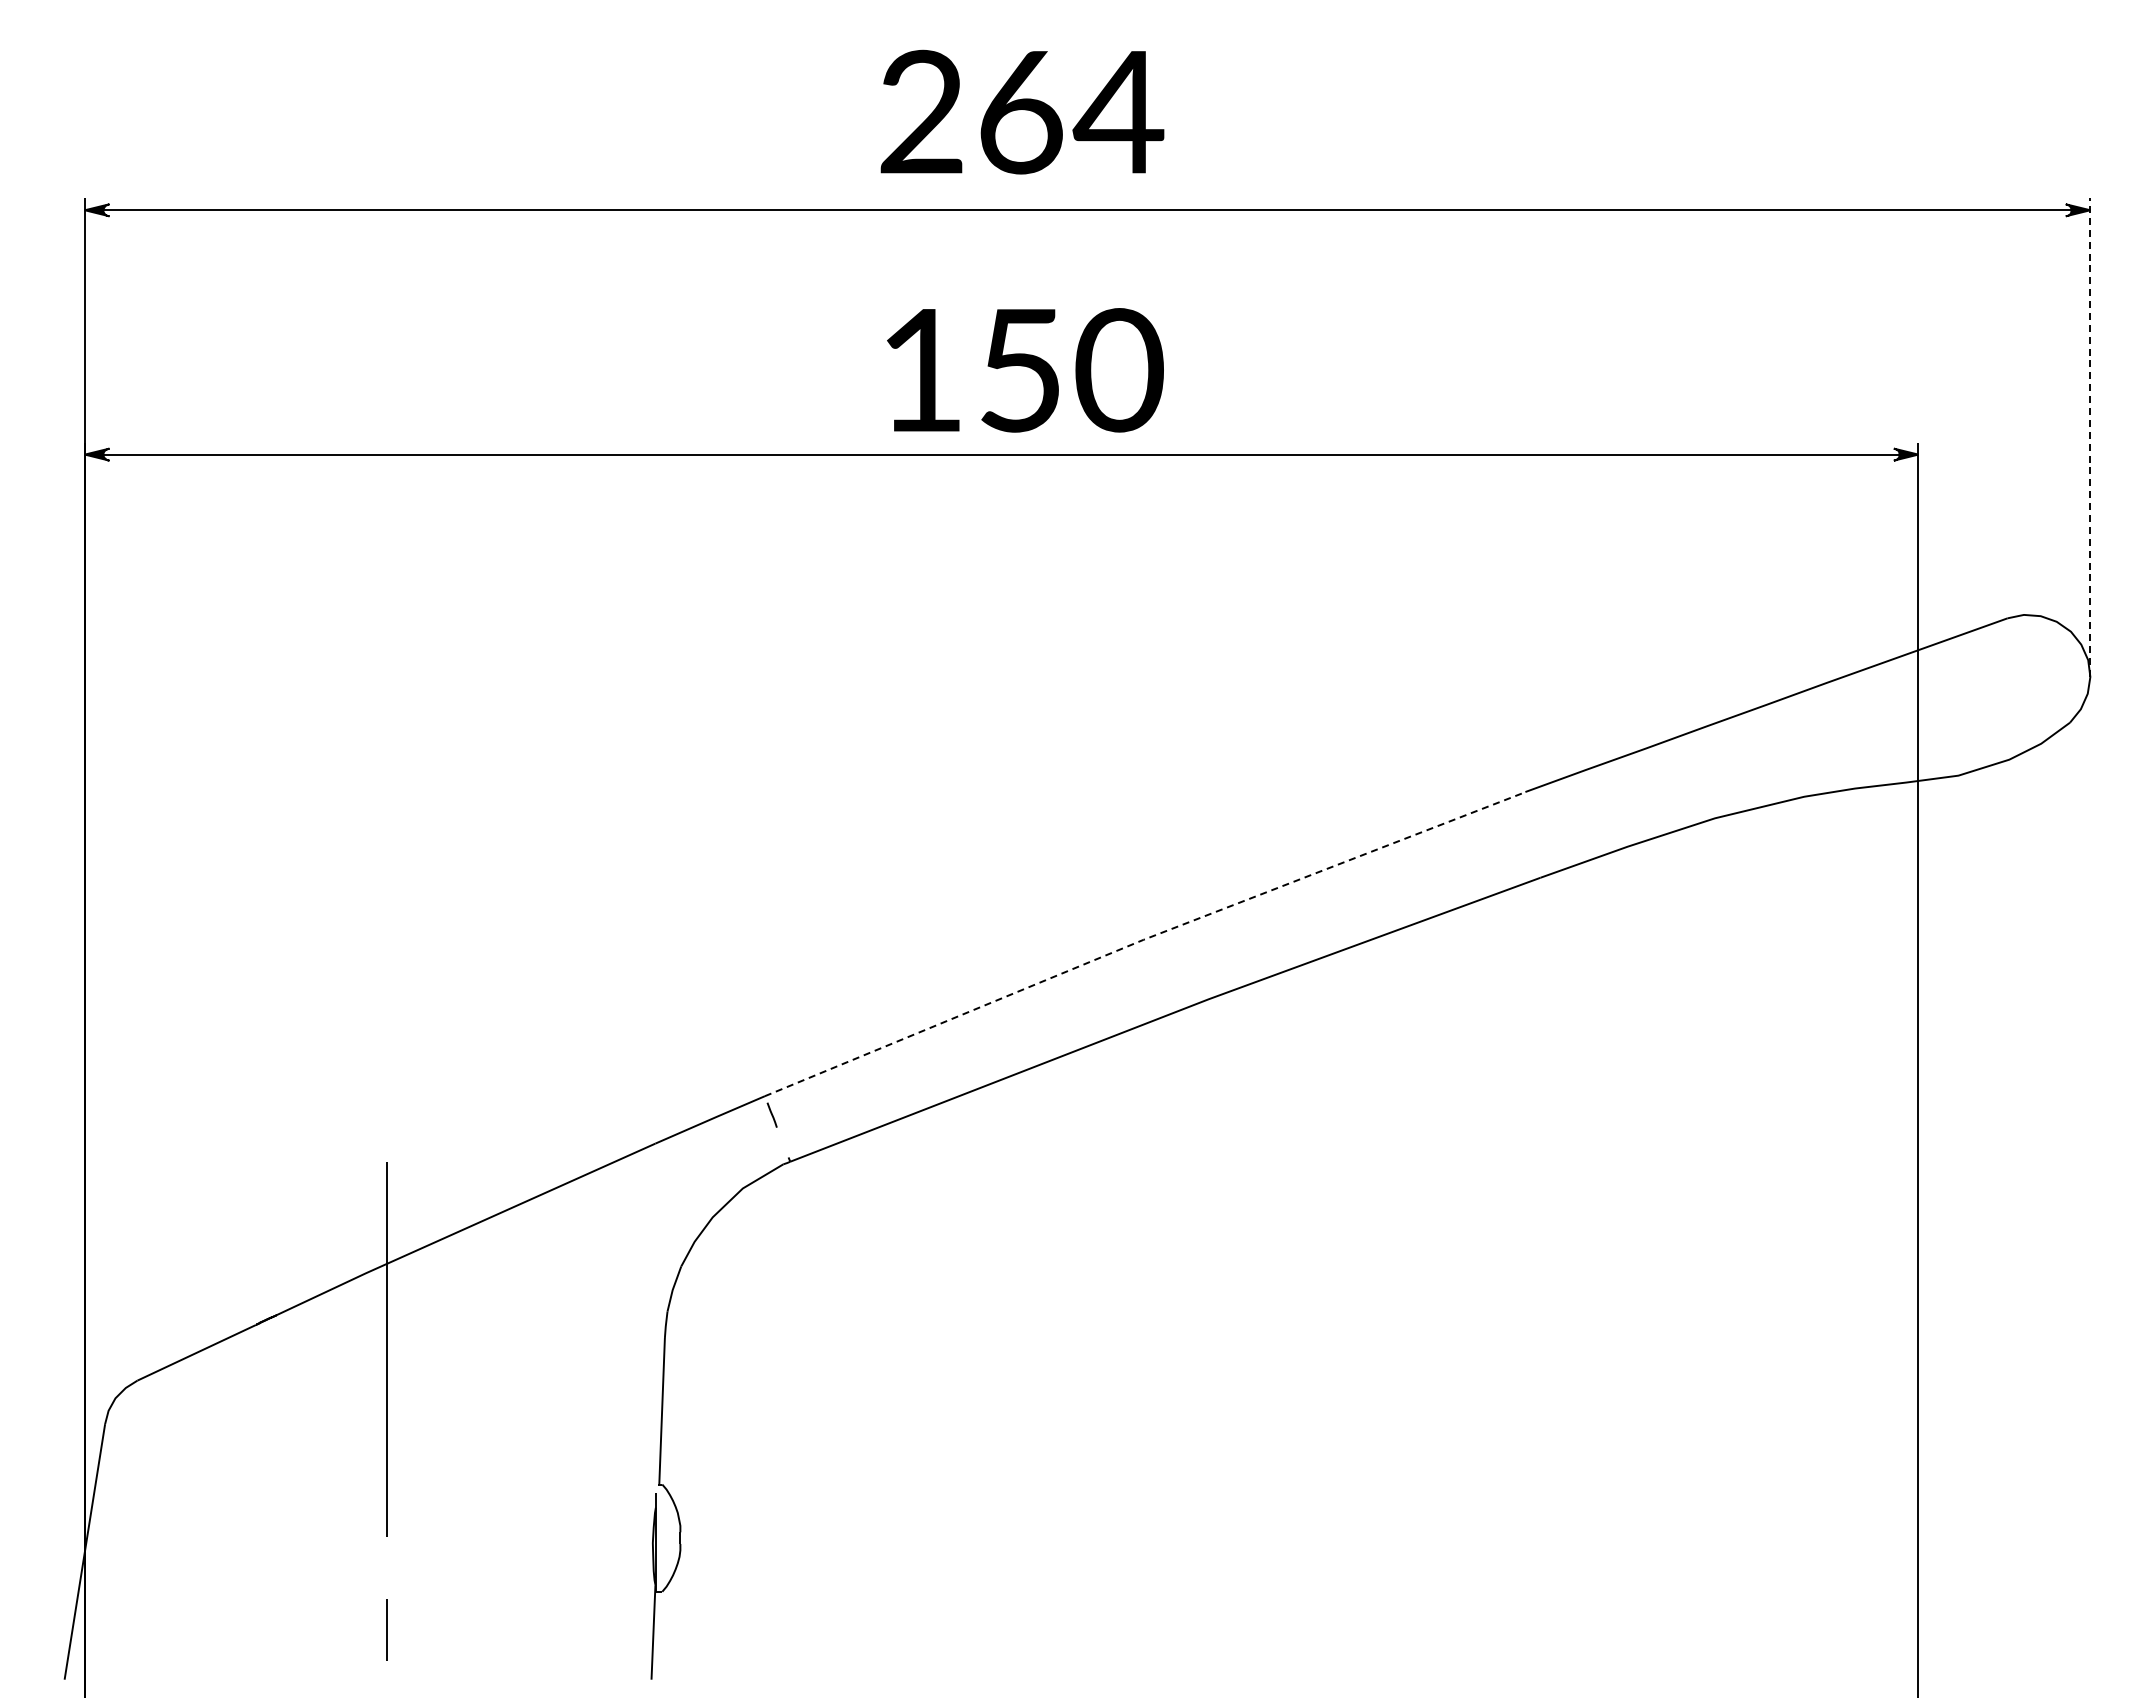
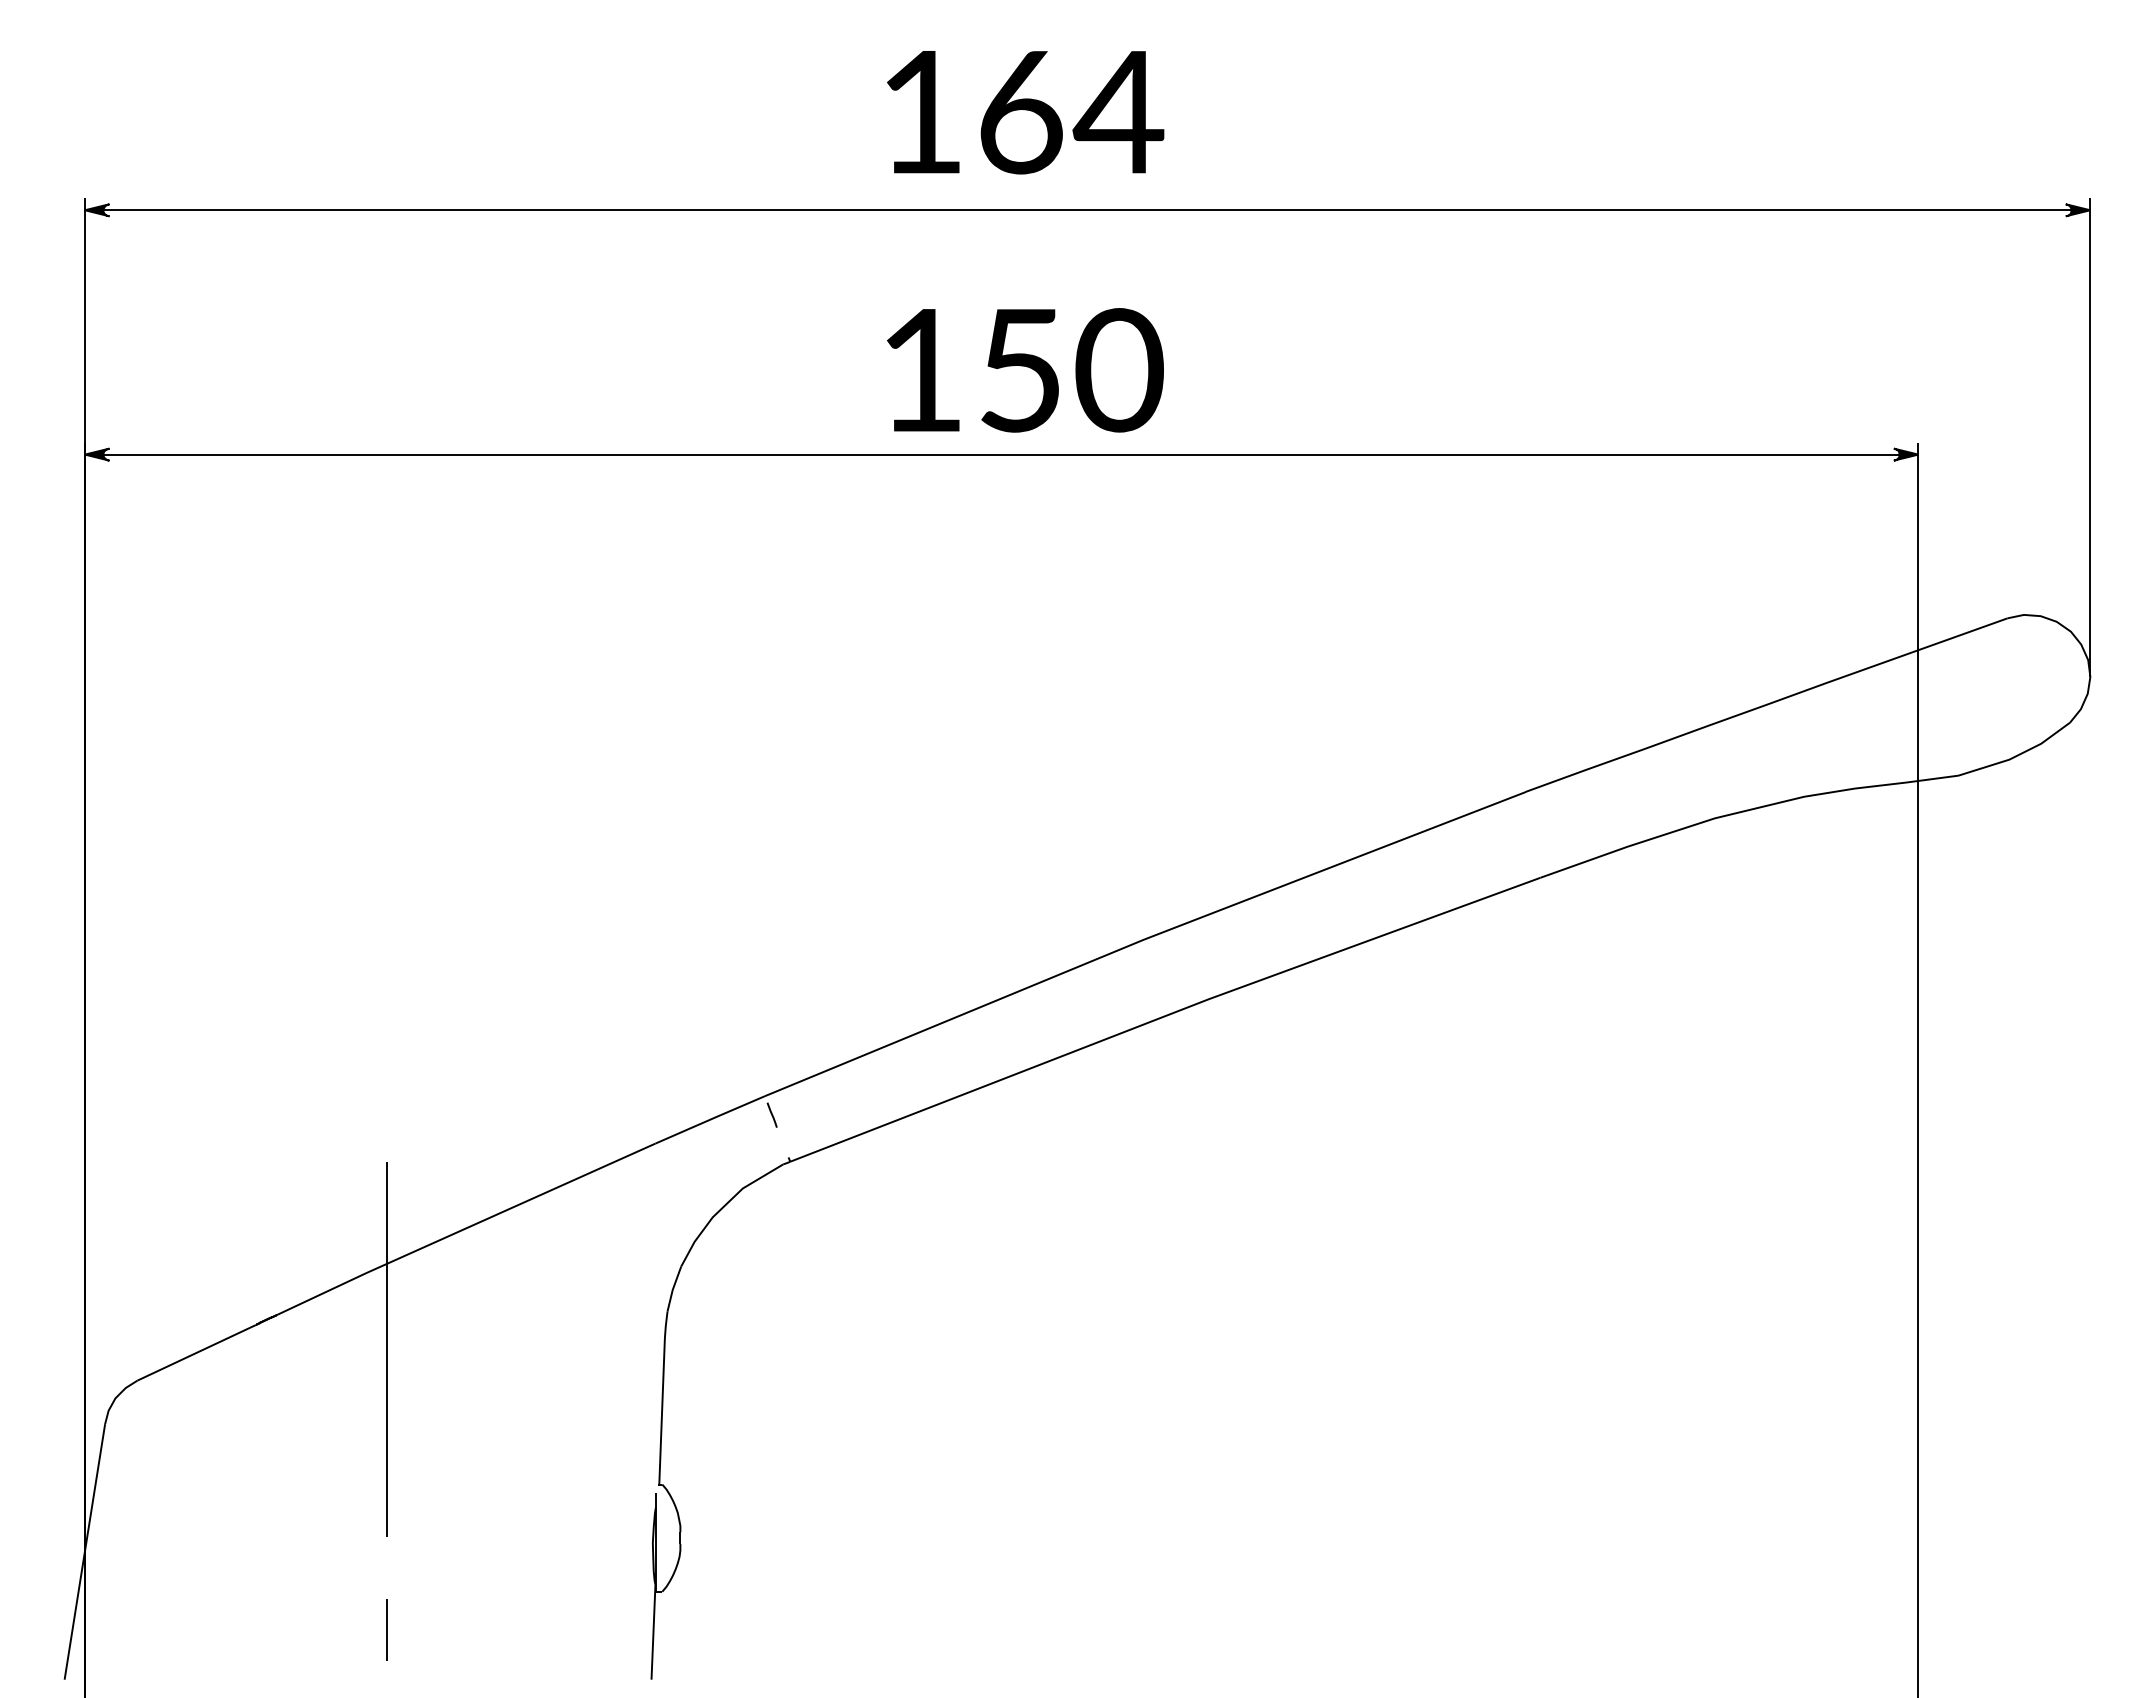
text at (921, 111): 264 -> 164
line at (2090, 436): dashed -> solid
line at (1143, 939): dashed -> solid
